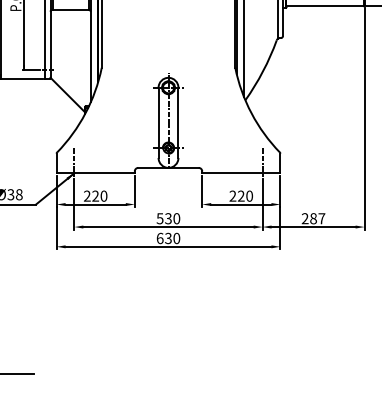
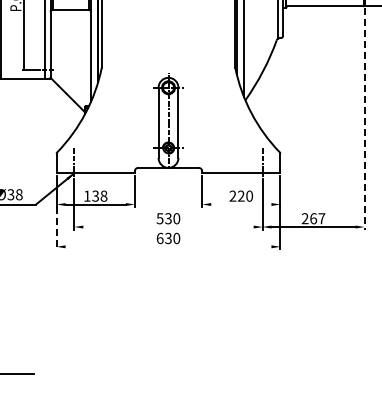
line at (364, 118): solid -> dashed
text at (95, 195): 220 -> 138
line at (241, 204): present -> none
text at (313, 218): 287 -> 267
line at (168, 227): present -> none
line at (56, 228): solid -> dashed
line at (168, 246): present -> none
